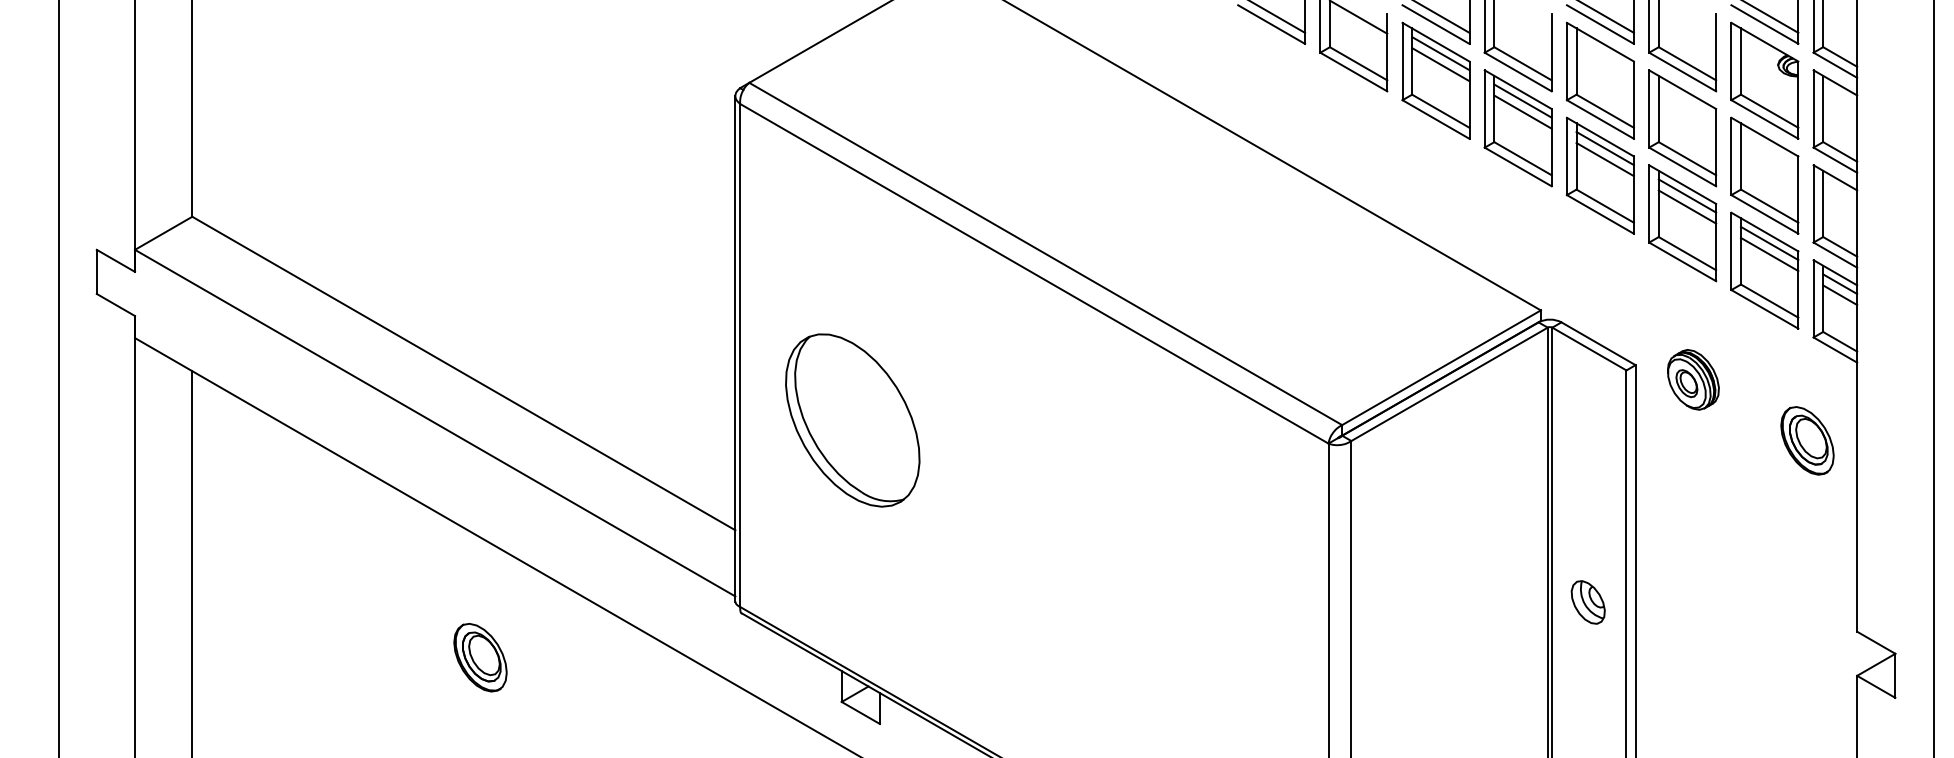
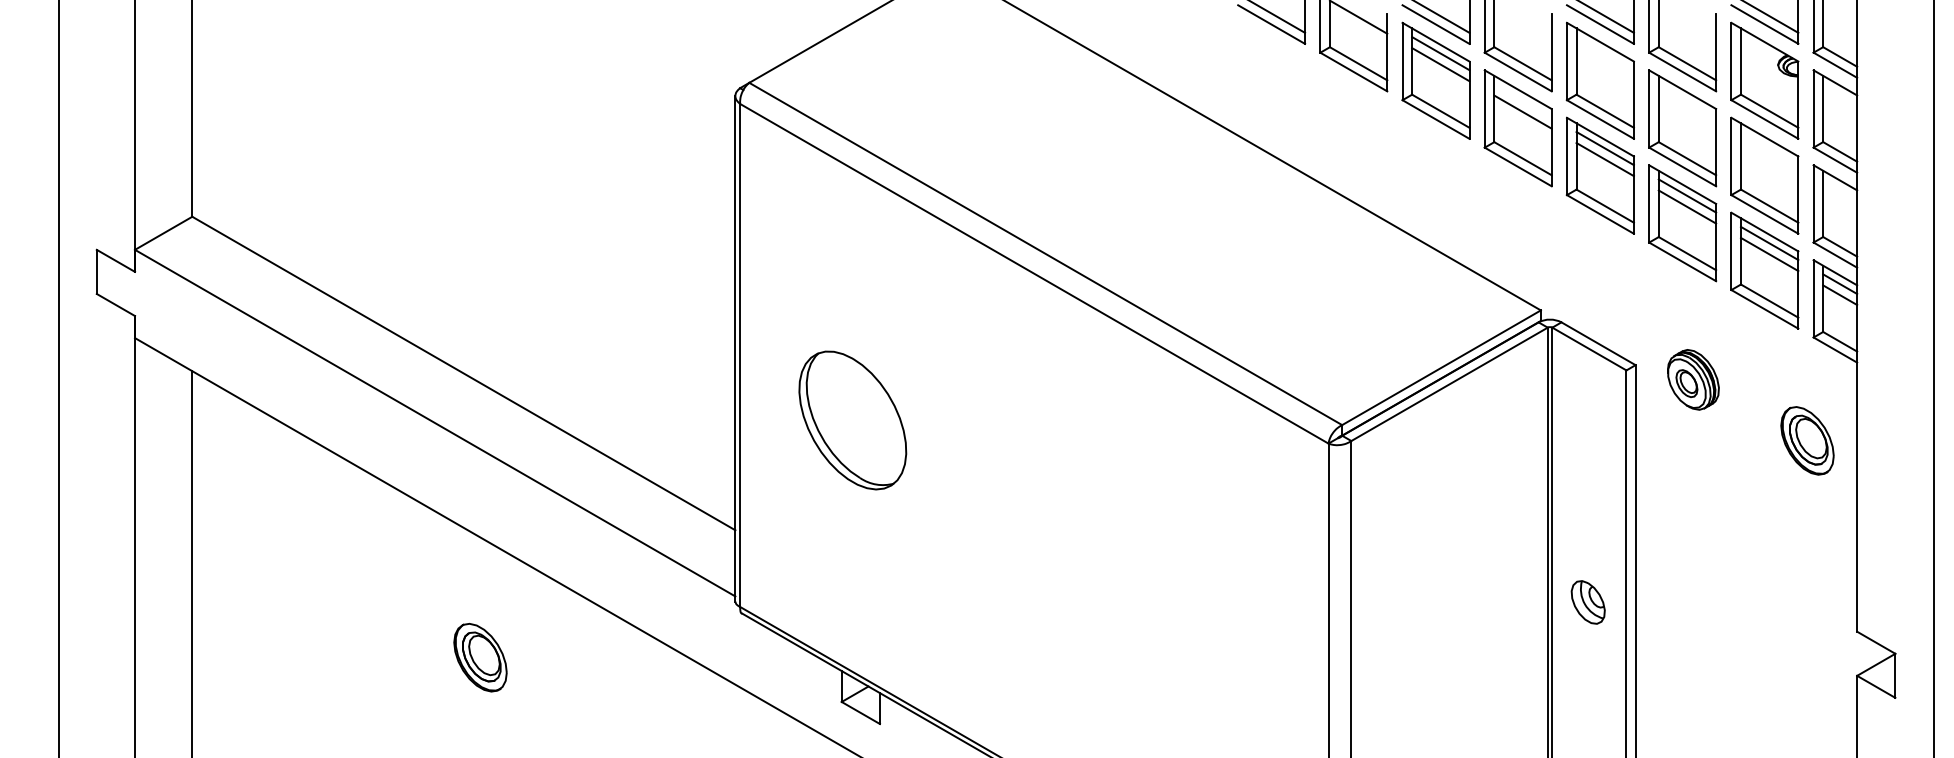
line at (1522, 100): present -> none
part at (852, 420) size: 136x175 px -> 110x141 px
